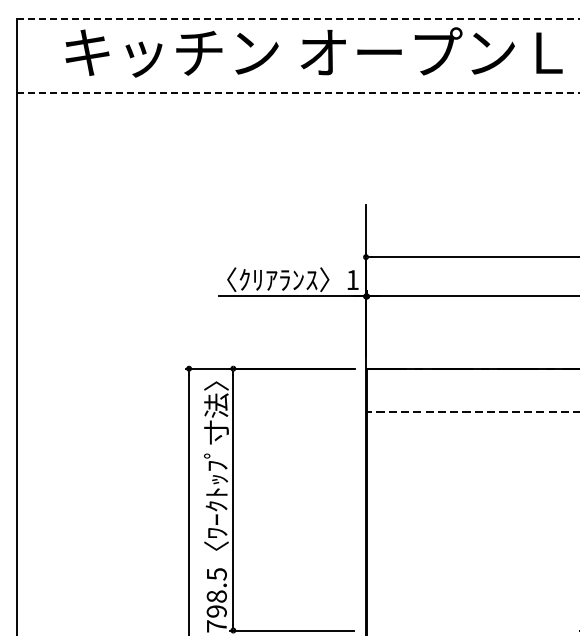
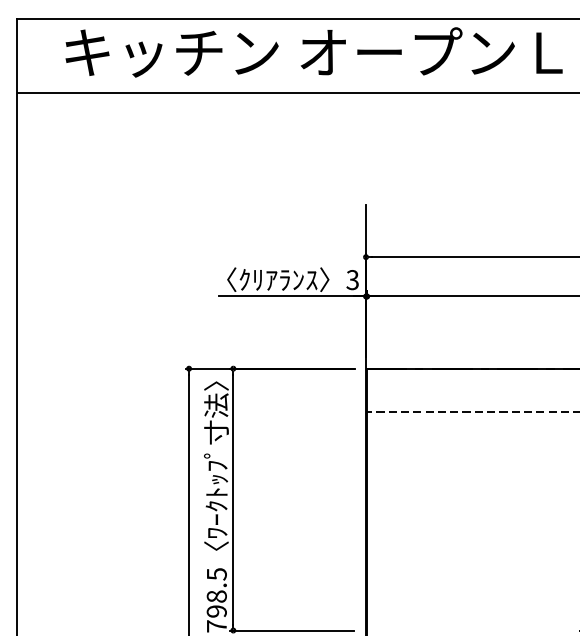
line at (298, 19): dashed -> solid
line at (298, 93): dashed -> solid
text at (352, 280): 1 -> 3
